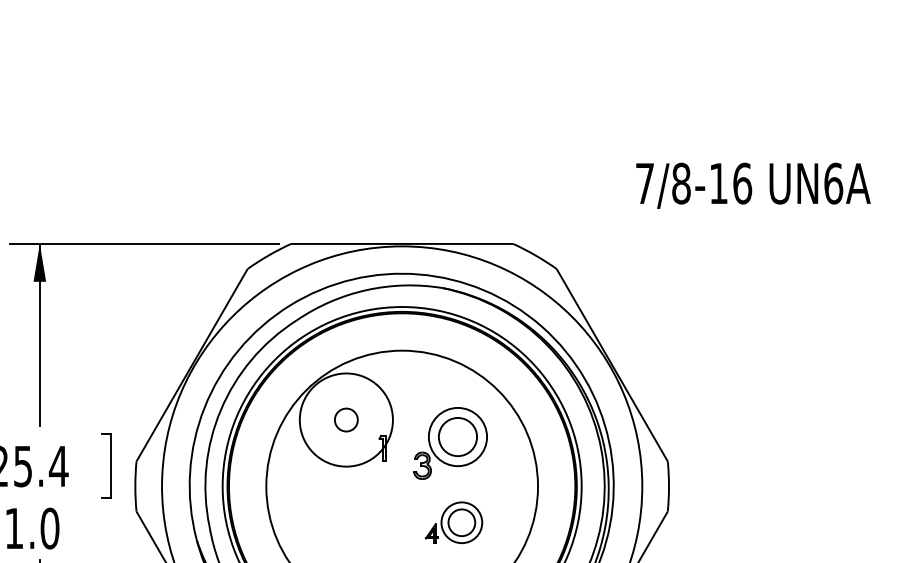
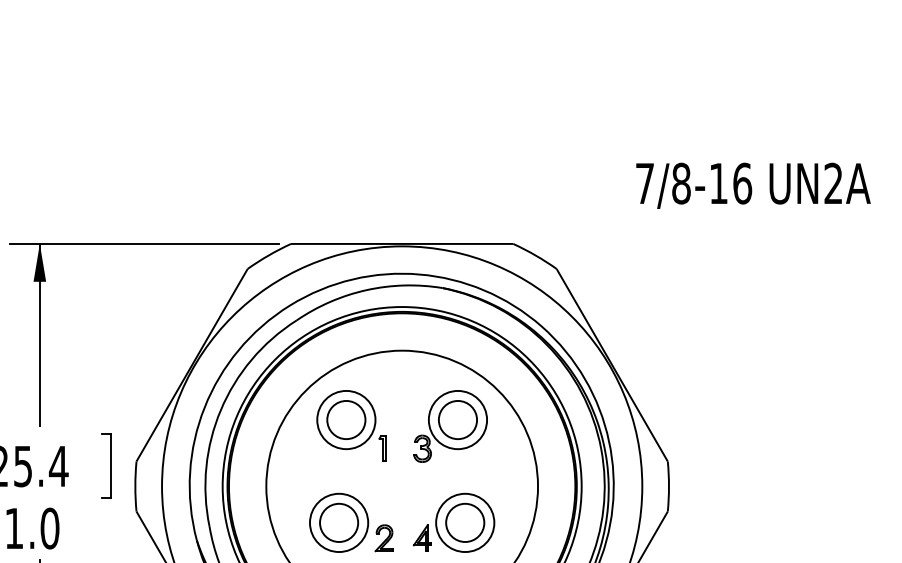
text at (833, 183): UN6A -> UN2A
circle at (345, 419) diameter: 23 px -> 38 px
circle at (345, 419) diameter: 93 px -> 58 px
part at (450, 443) position: (450, 443) -> (450, 426)
part at (351, 522): none -> present
part at (453, 522) size: 60x43 px -> 84x61 px
